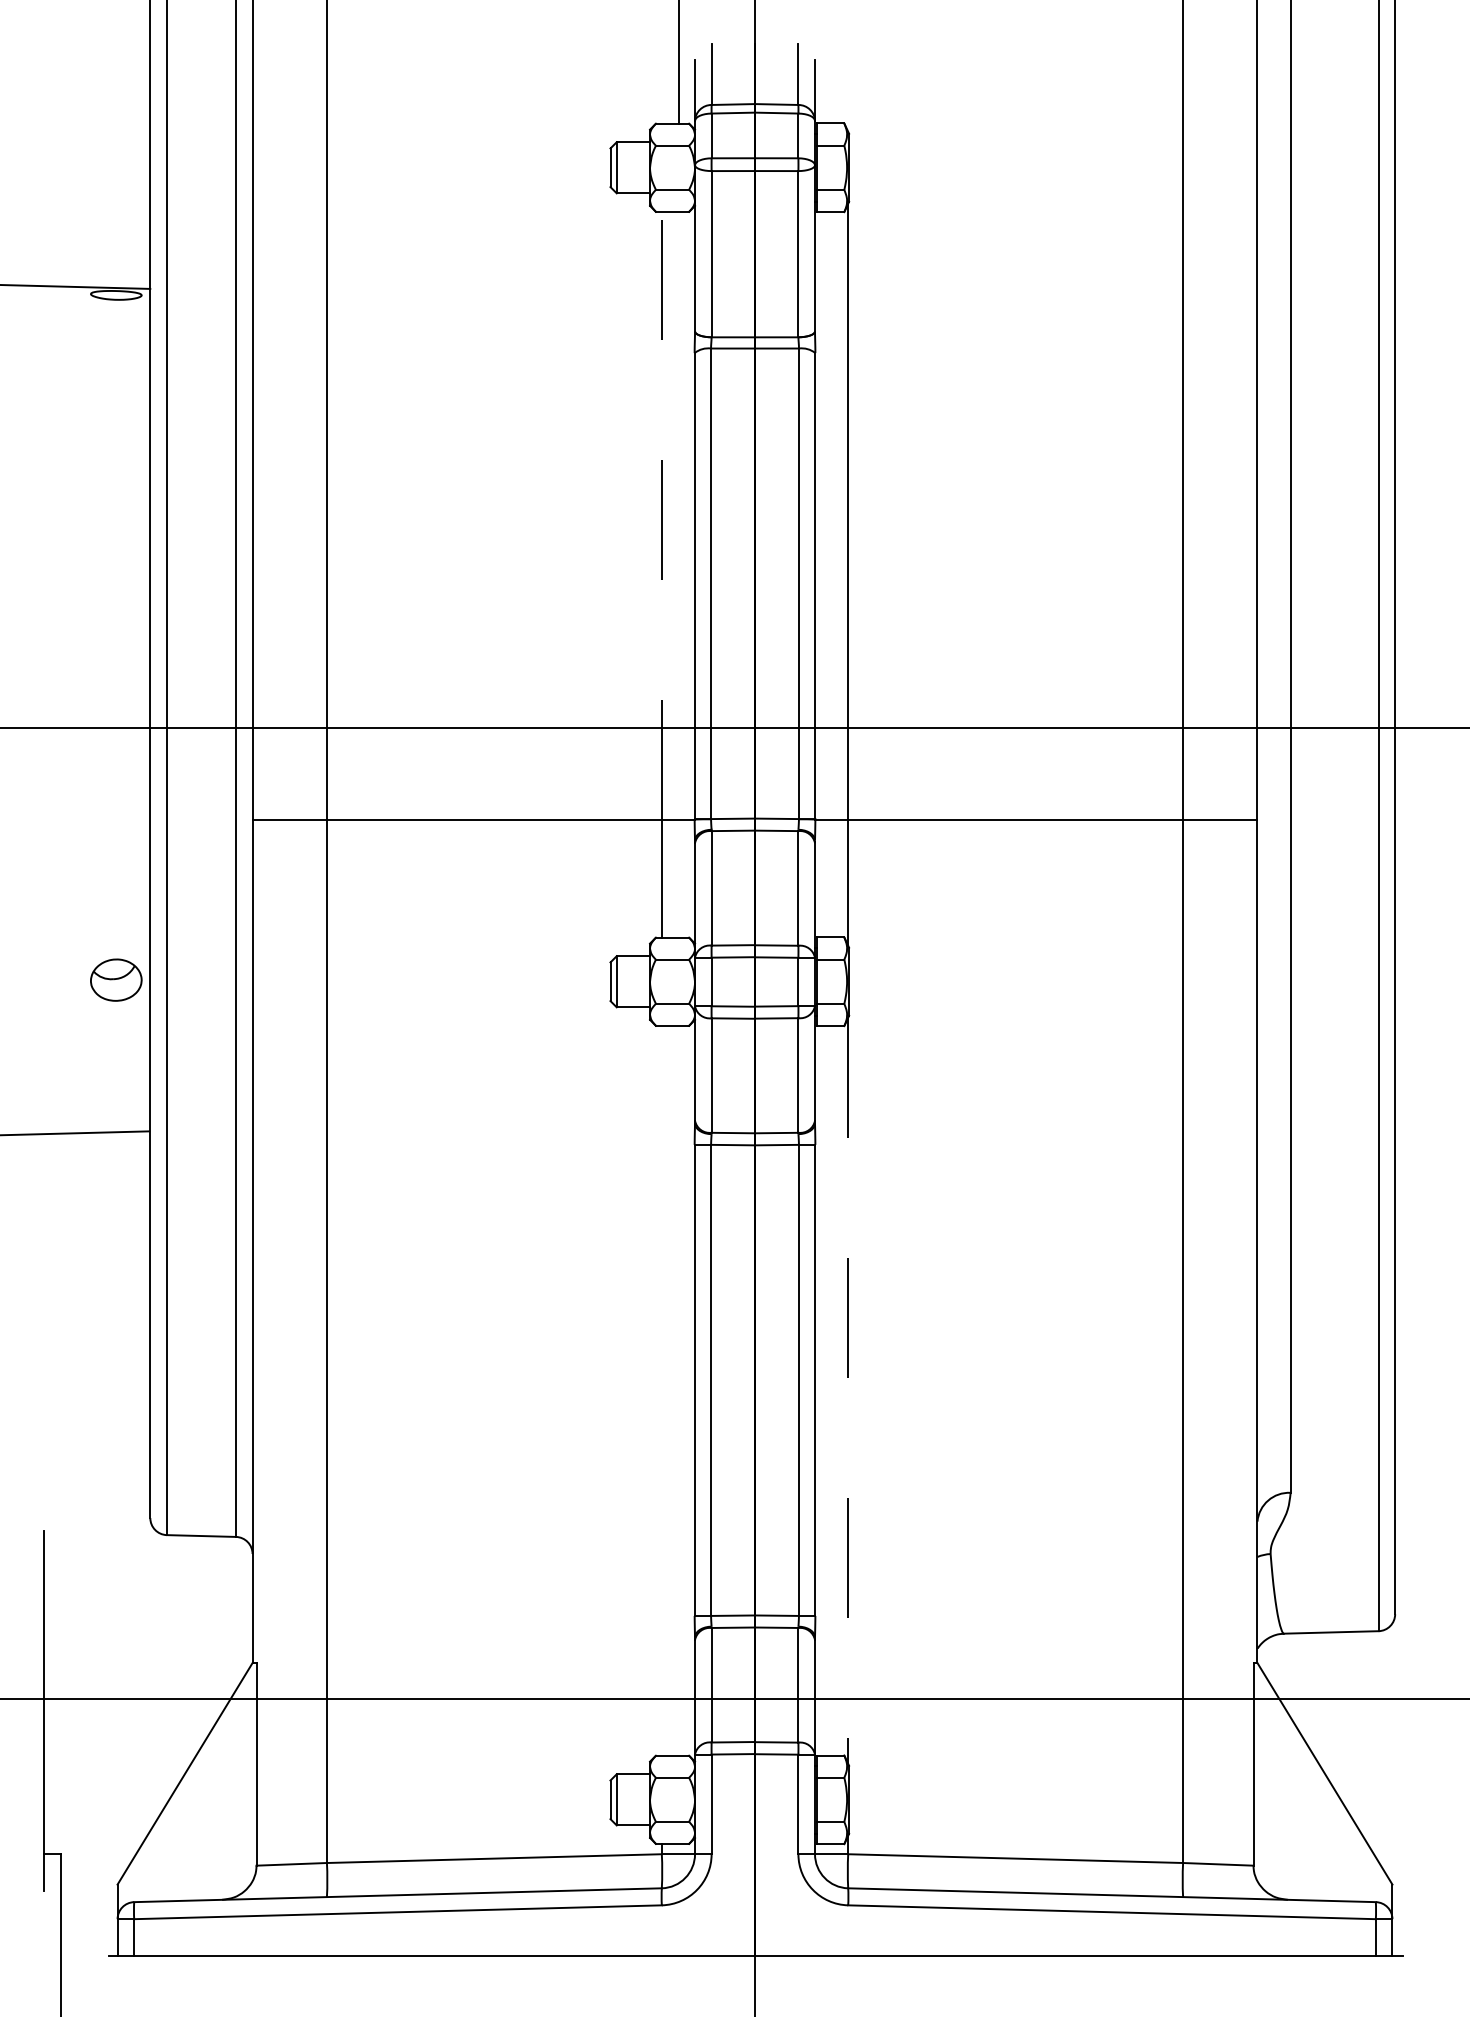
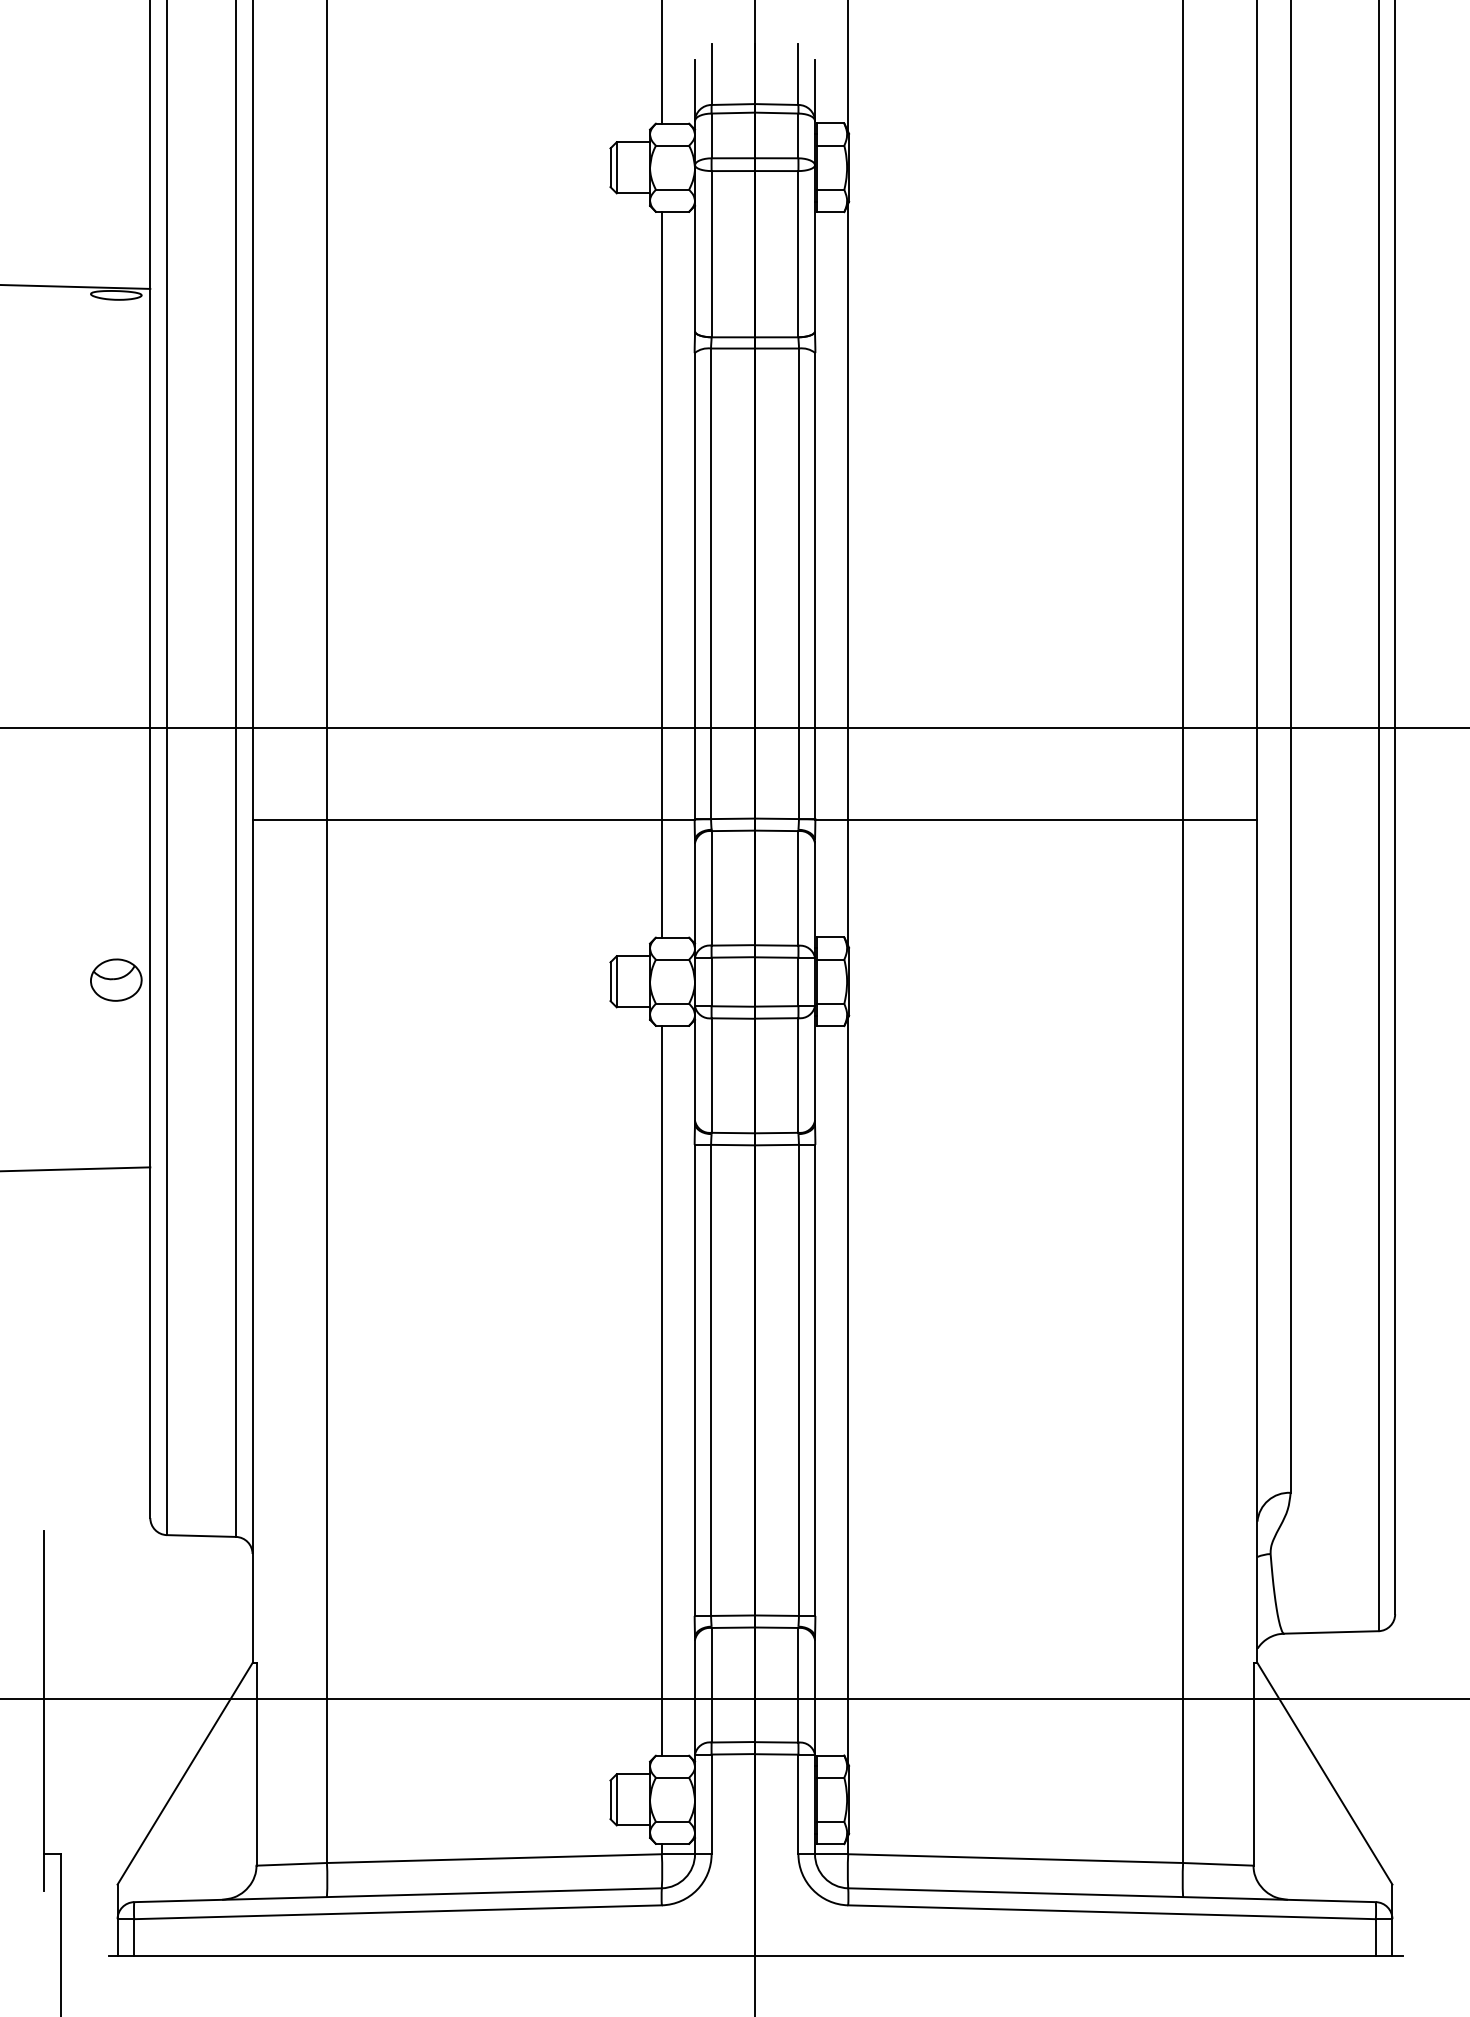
line at (678, 62) position: (678, 62) -> (661, 62)
line at (848, 66): none -> present
line at (661, 515): dashed -> solid
line at (75, 1133) position: (75, 1133) -> (76, 1169)
line at (661, 1390): none -> present
line at (848, 1391): dashed -> solid
